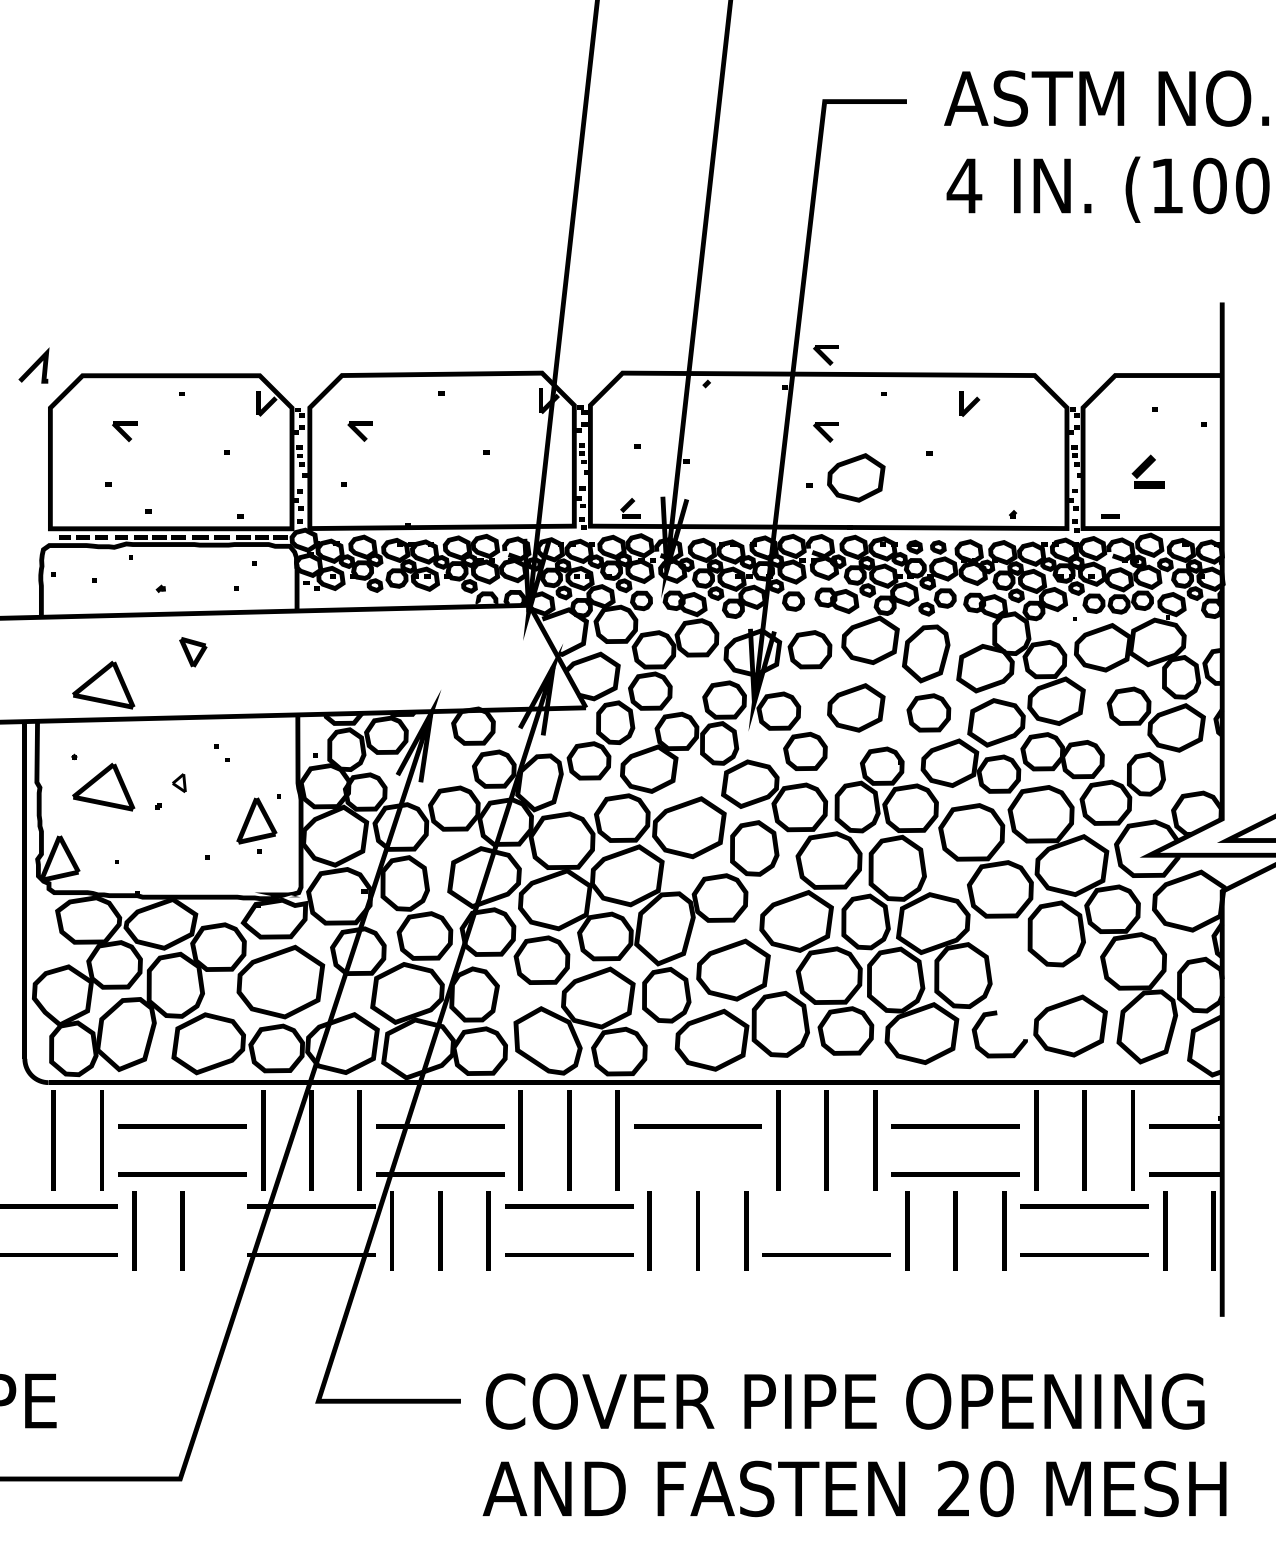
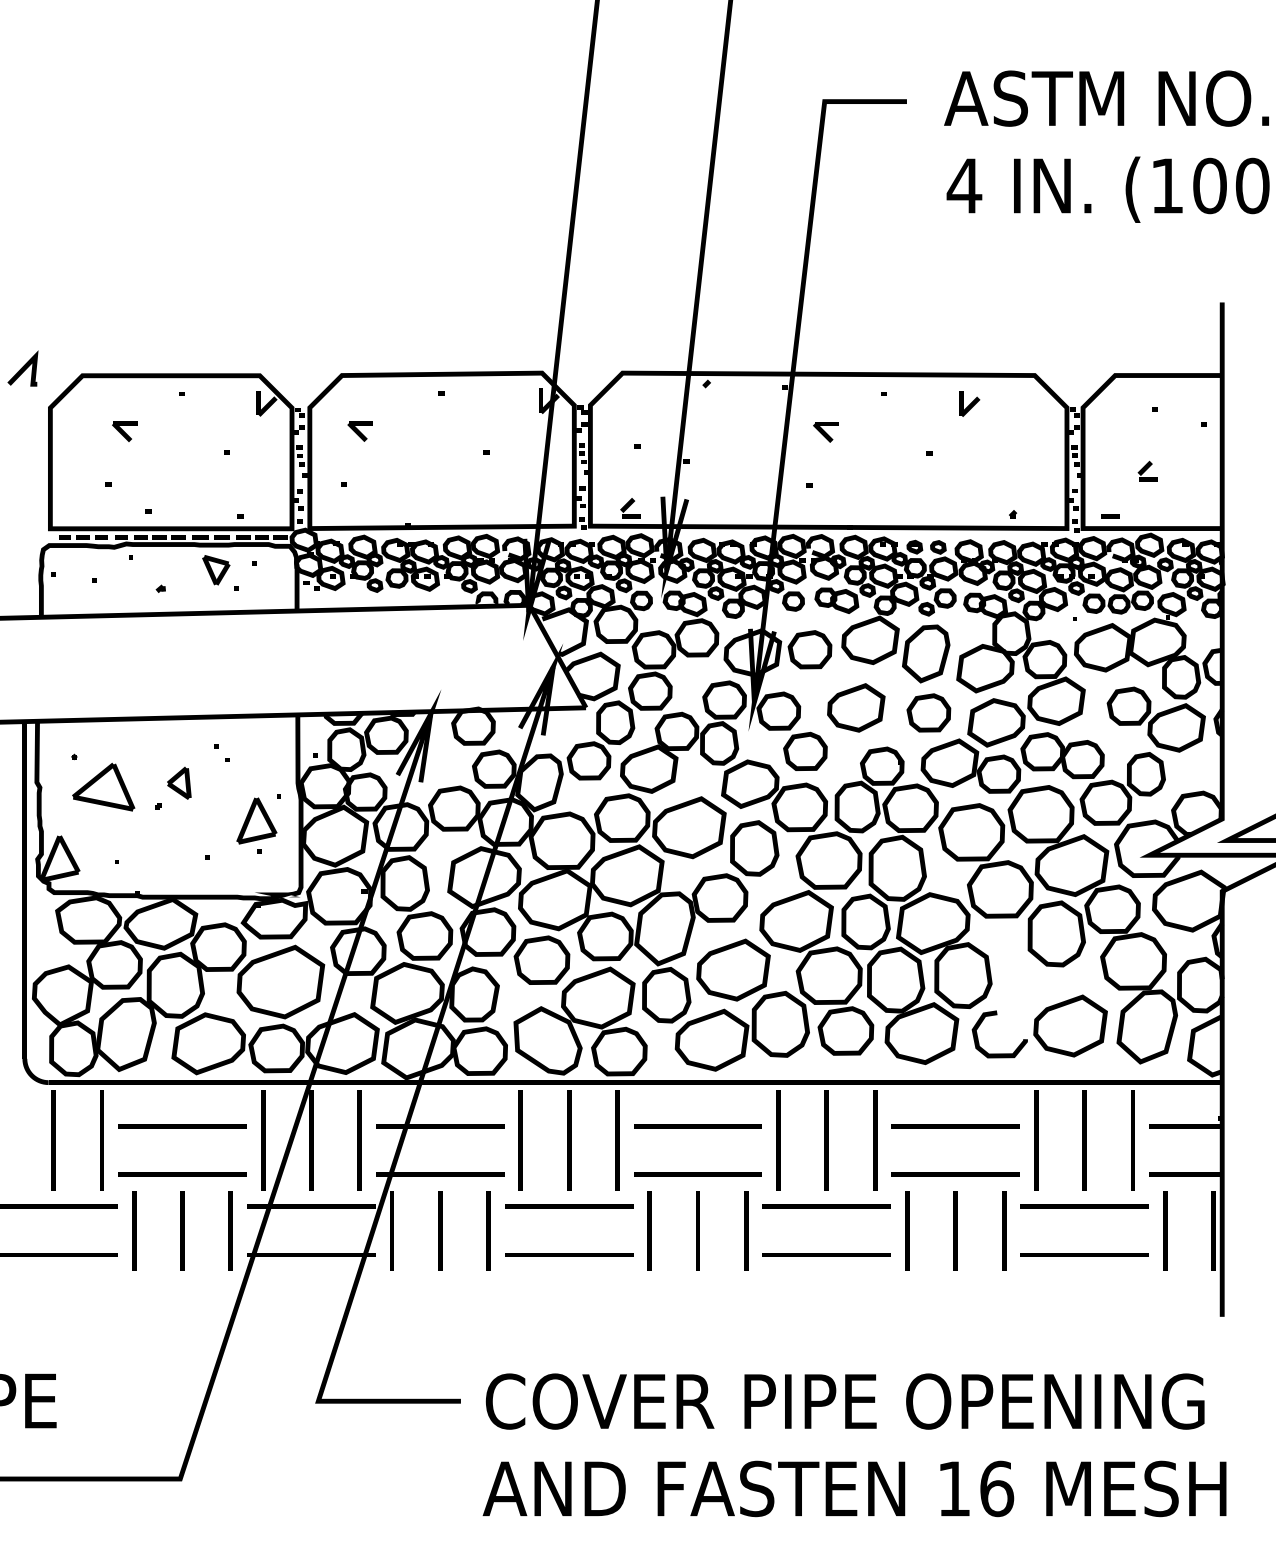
part at (825, 355): present -> none
line at (33, 365) position: (33, 365) -> (22, 368)
part at (1147, 471) size: 34x35 px -> 21x22 px
part at (856, 477): present -> none
part at (193, 652) position: (193, 652) -> (216, 570)
part at (103, 684): present -> none
part at (179, 782) size: 15x20 px -> 25x34 px
line at (697, 1174): none -> present
line at (826, 1206): none -> present
line at (230, 1230): none -> present
text at (976, 1488): 20 -> 16
